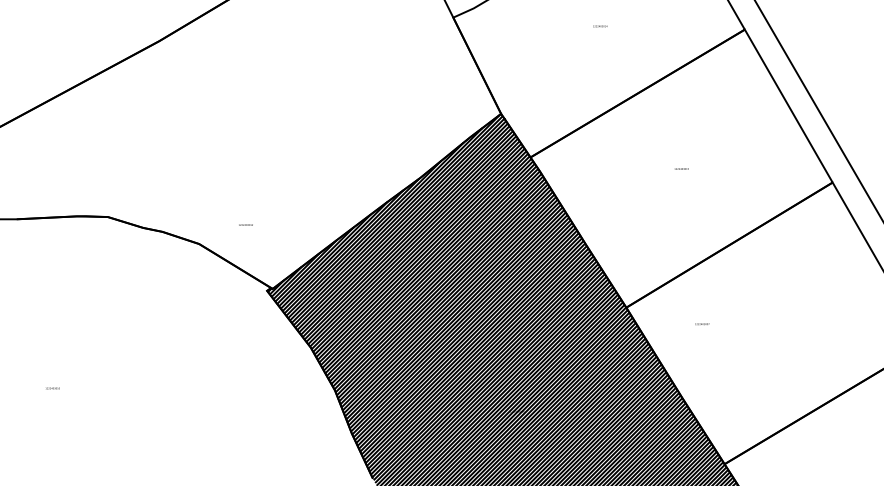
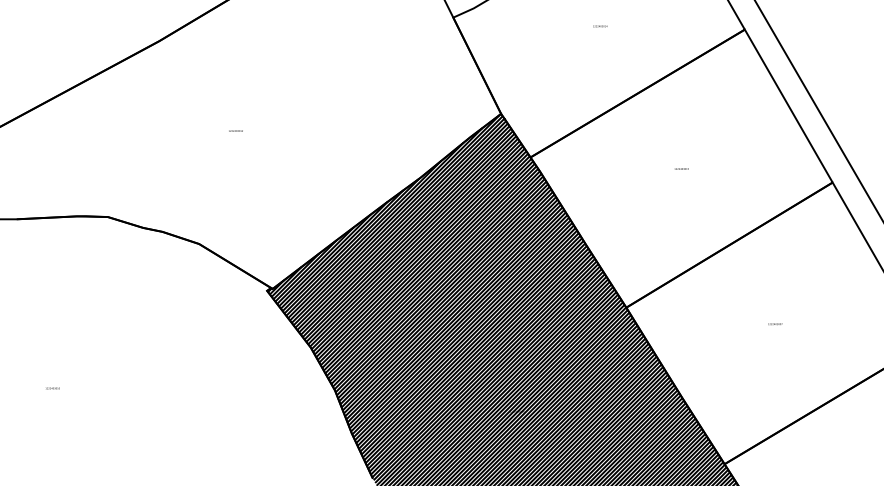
text at (245, 224) position: (245, 224) -> (235, 130)
text at (702, 324) position: (702, 324) -> (775, 324)
